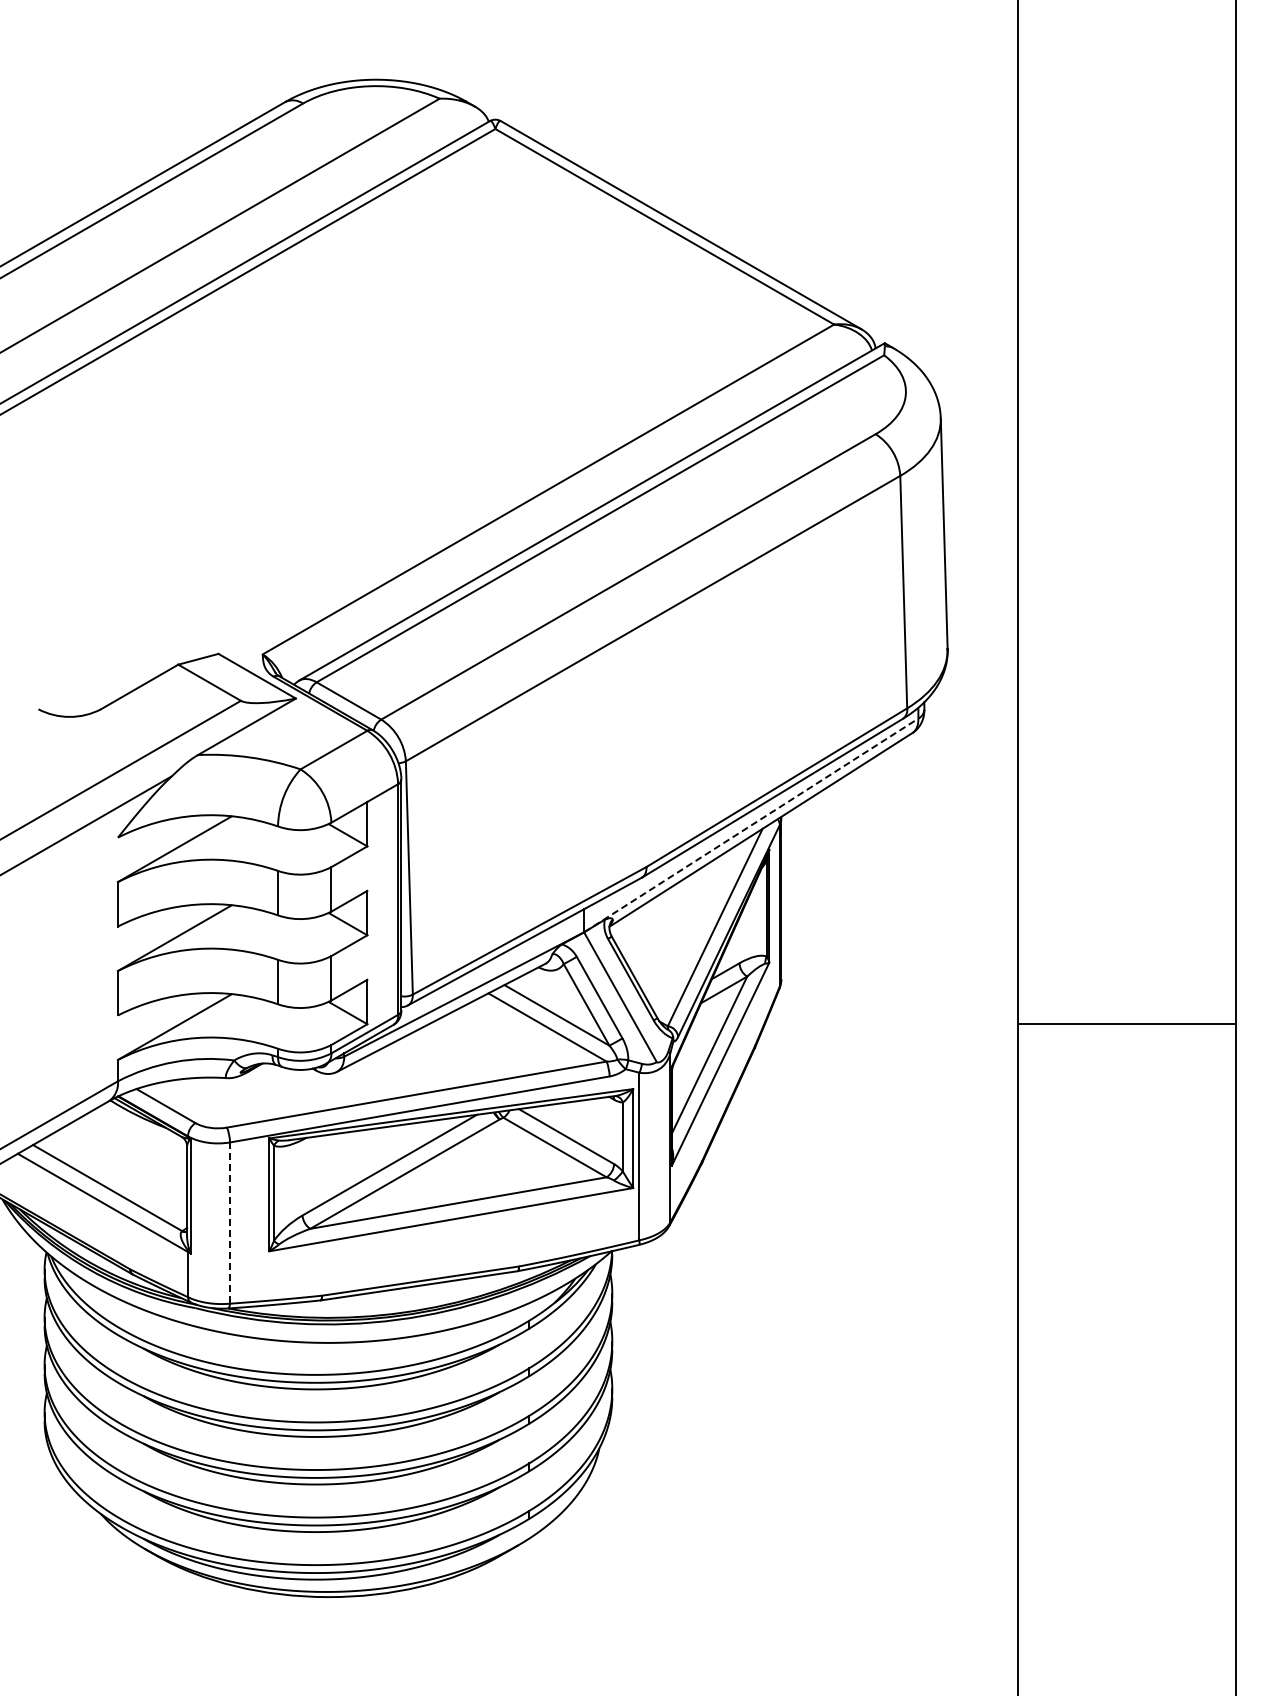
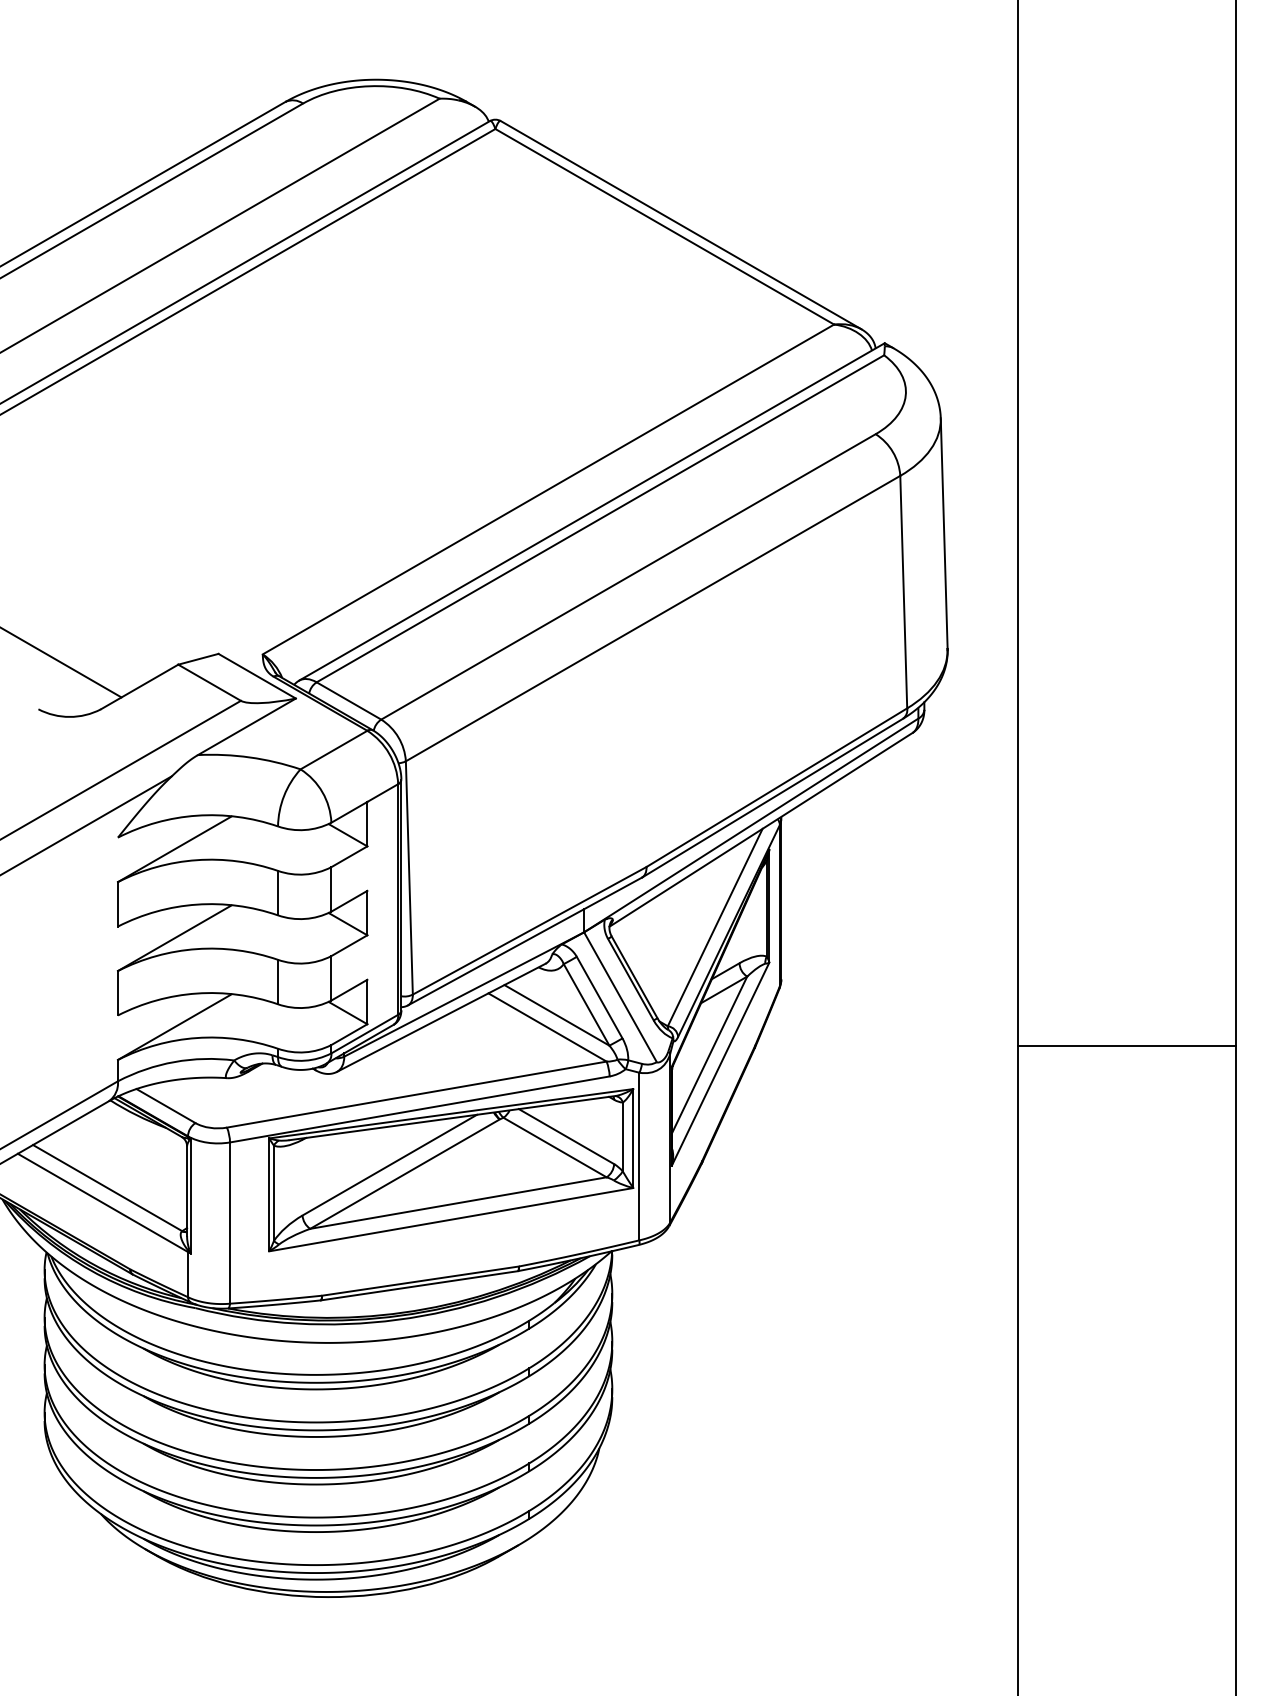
line at (61, 662): none -> present
line at (751, 825): dashed -> solid
line at (1126, 1023) position: (1126, 1023) -> (1126, 1045)
line at (230, 1223): dashed -> solid
